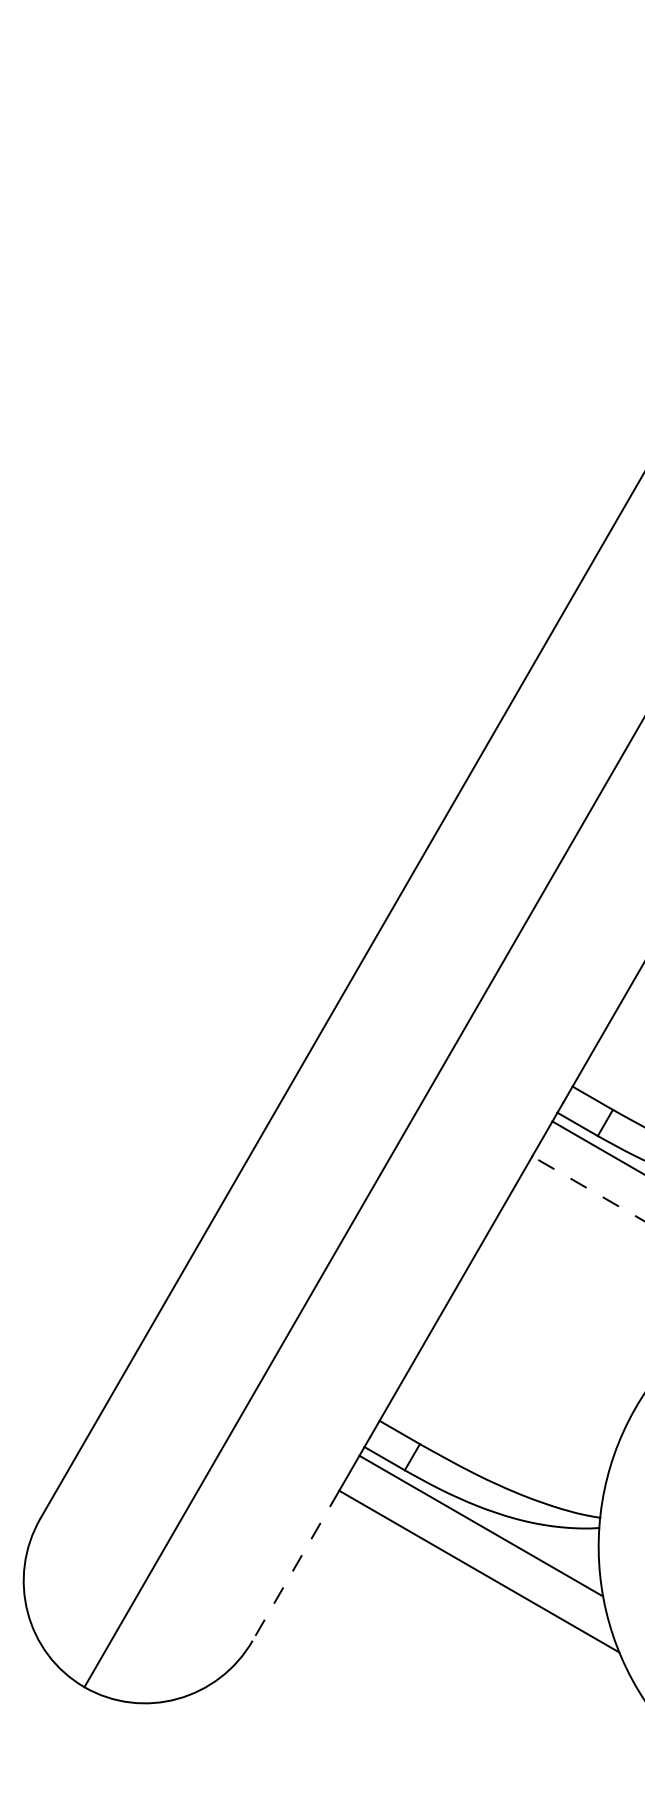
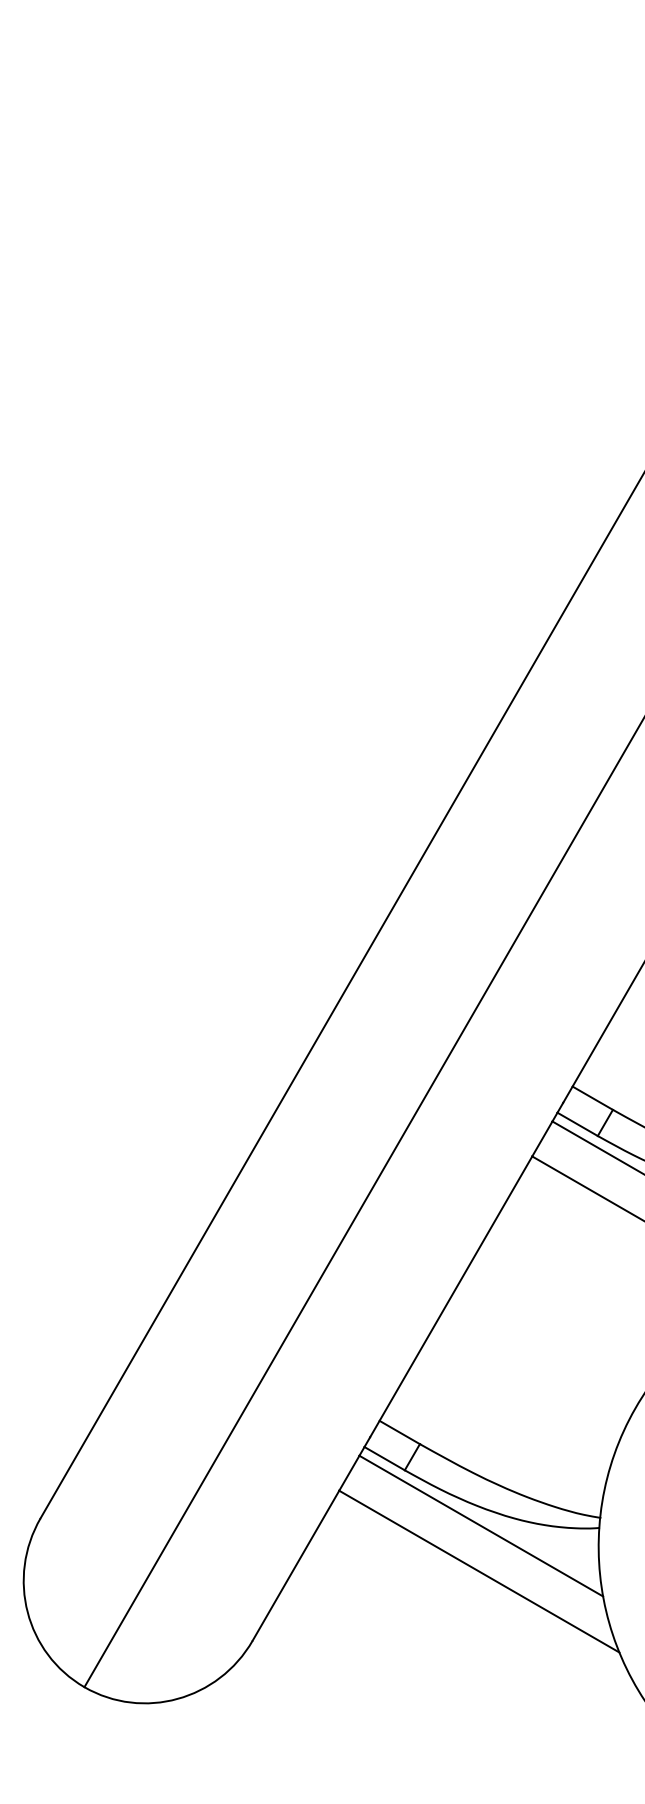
line at (588, 1188): dashed -> solid
line at (295, 1565): dashed -> solid
